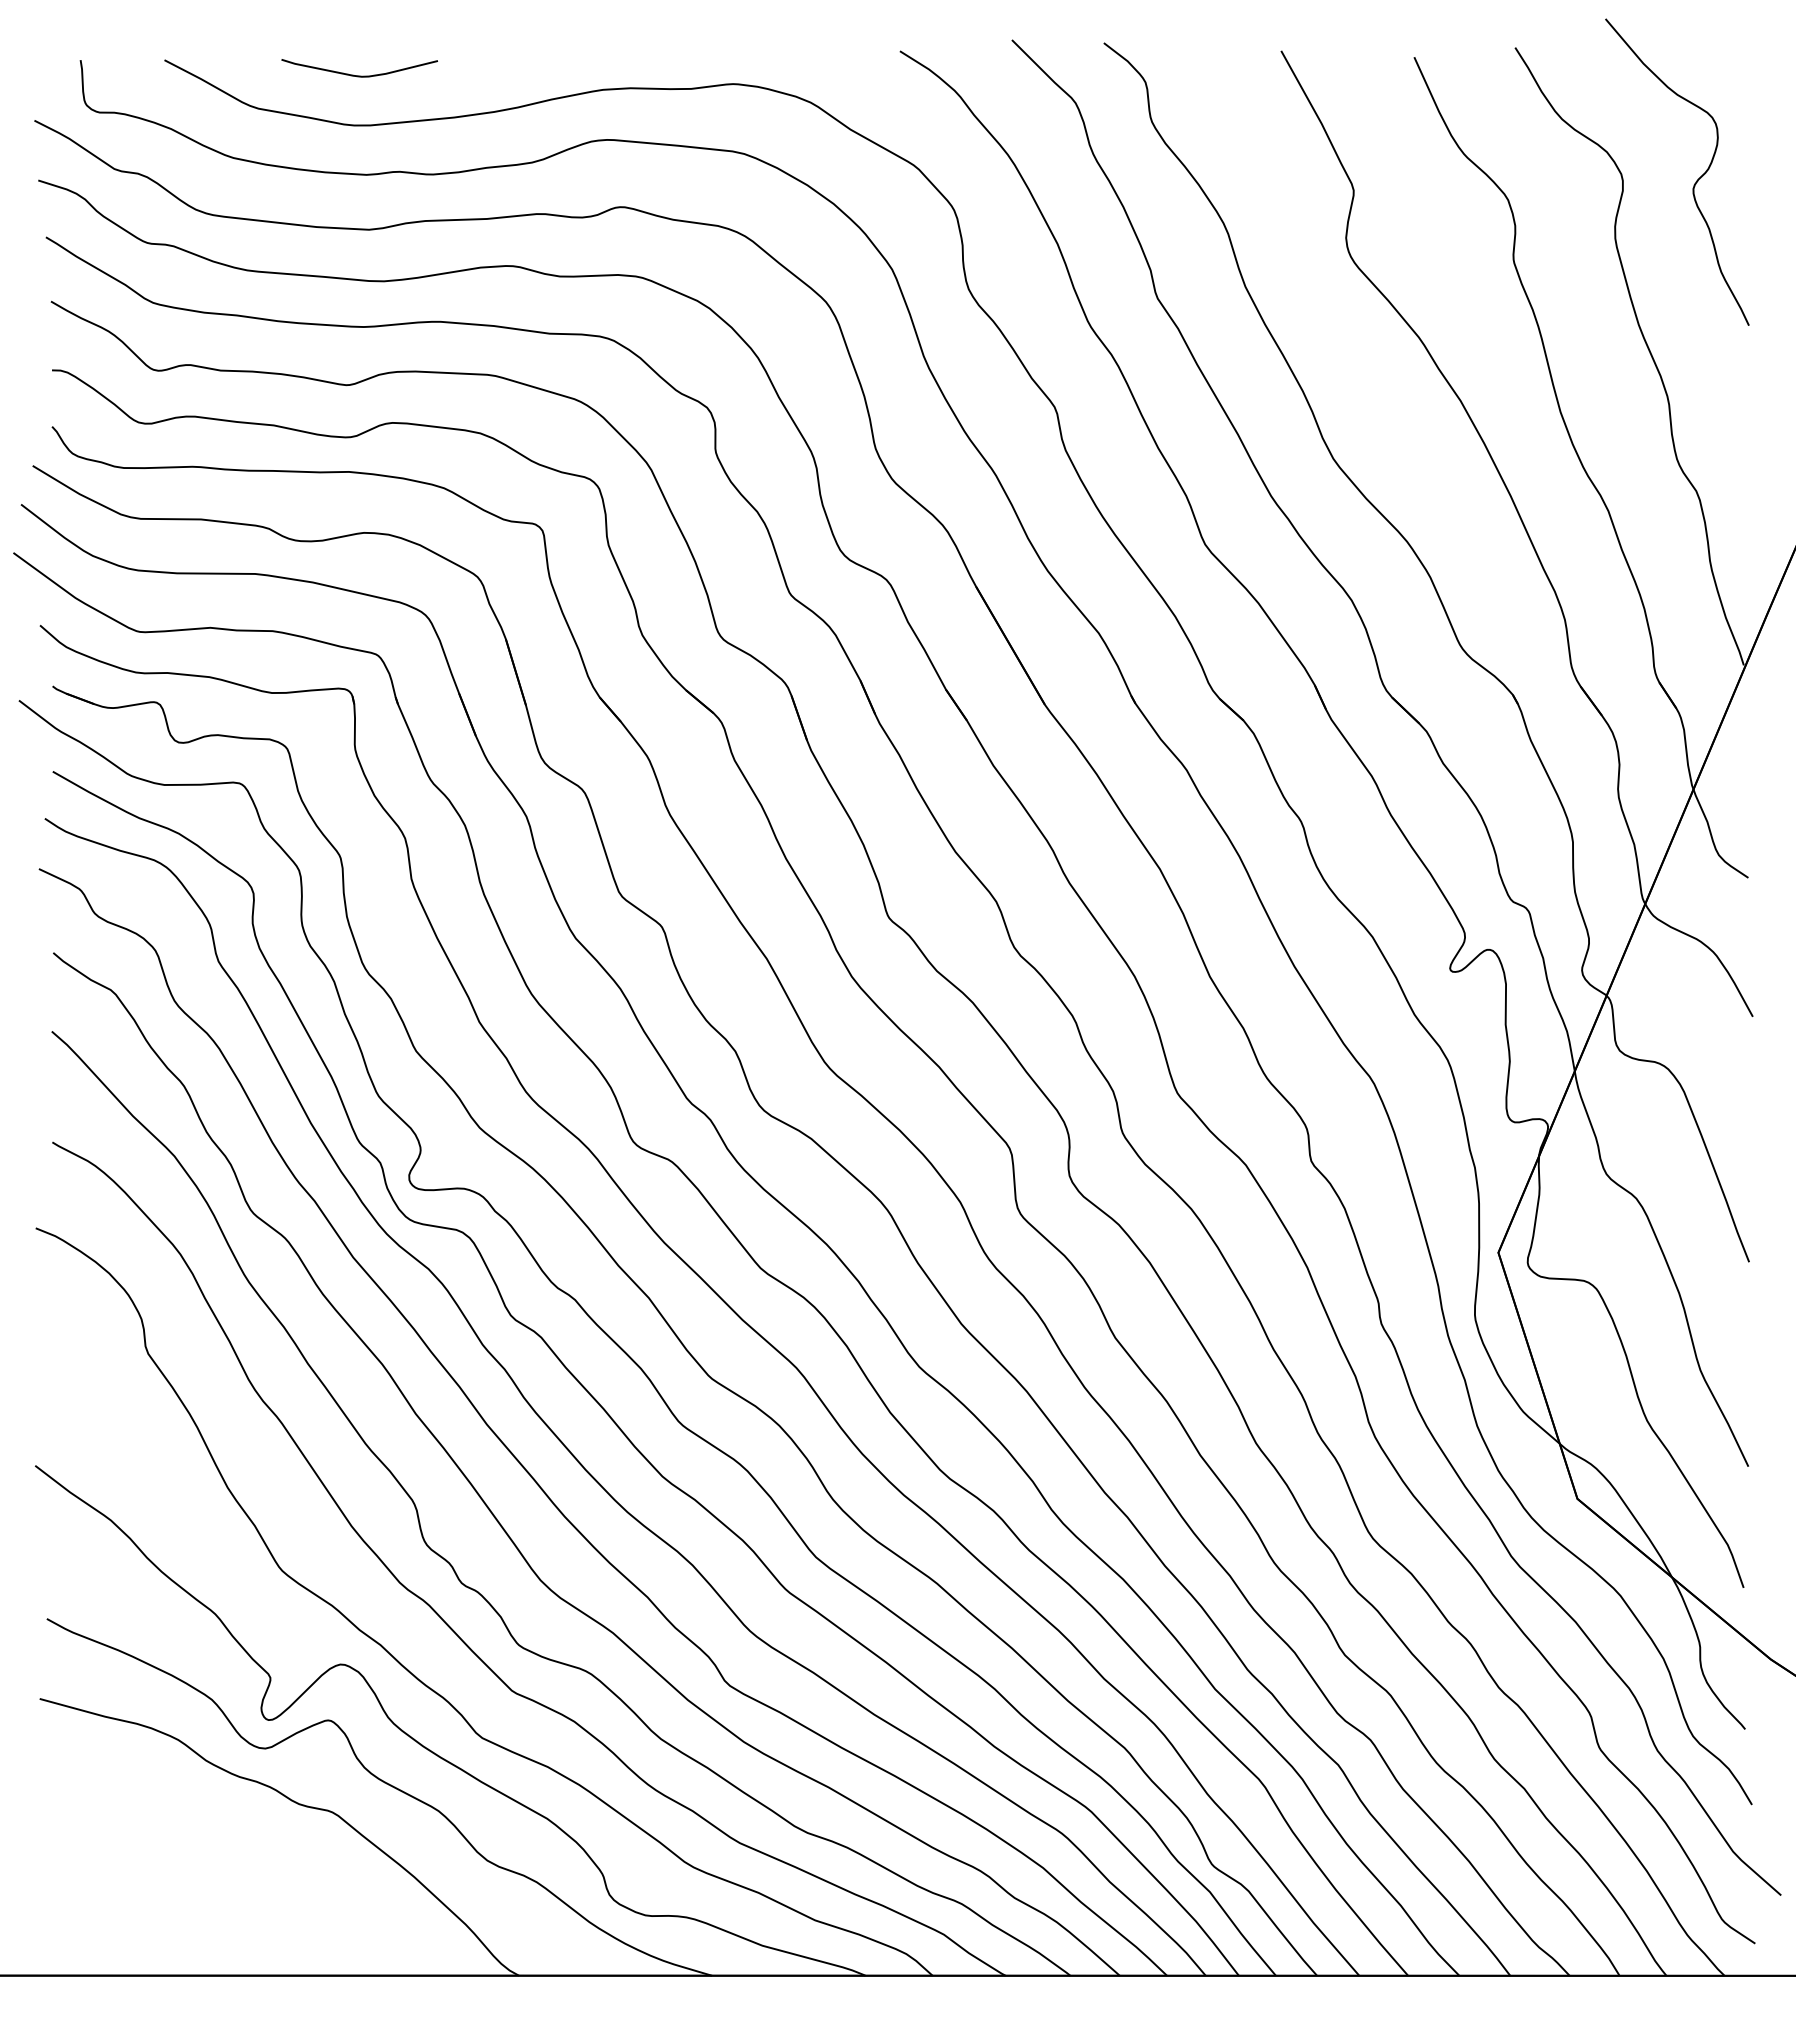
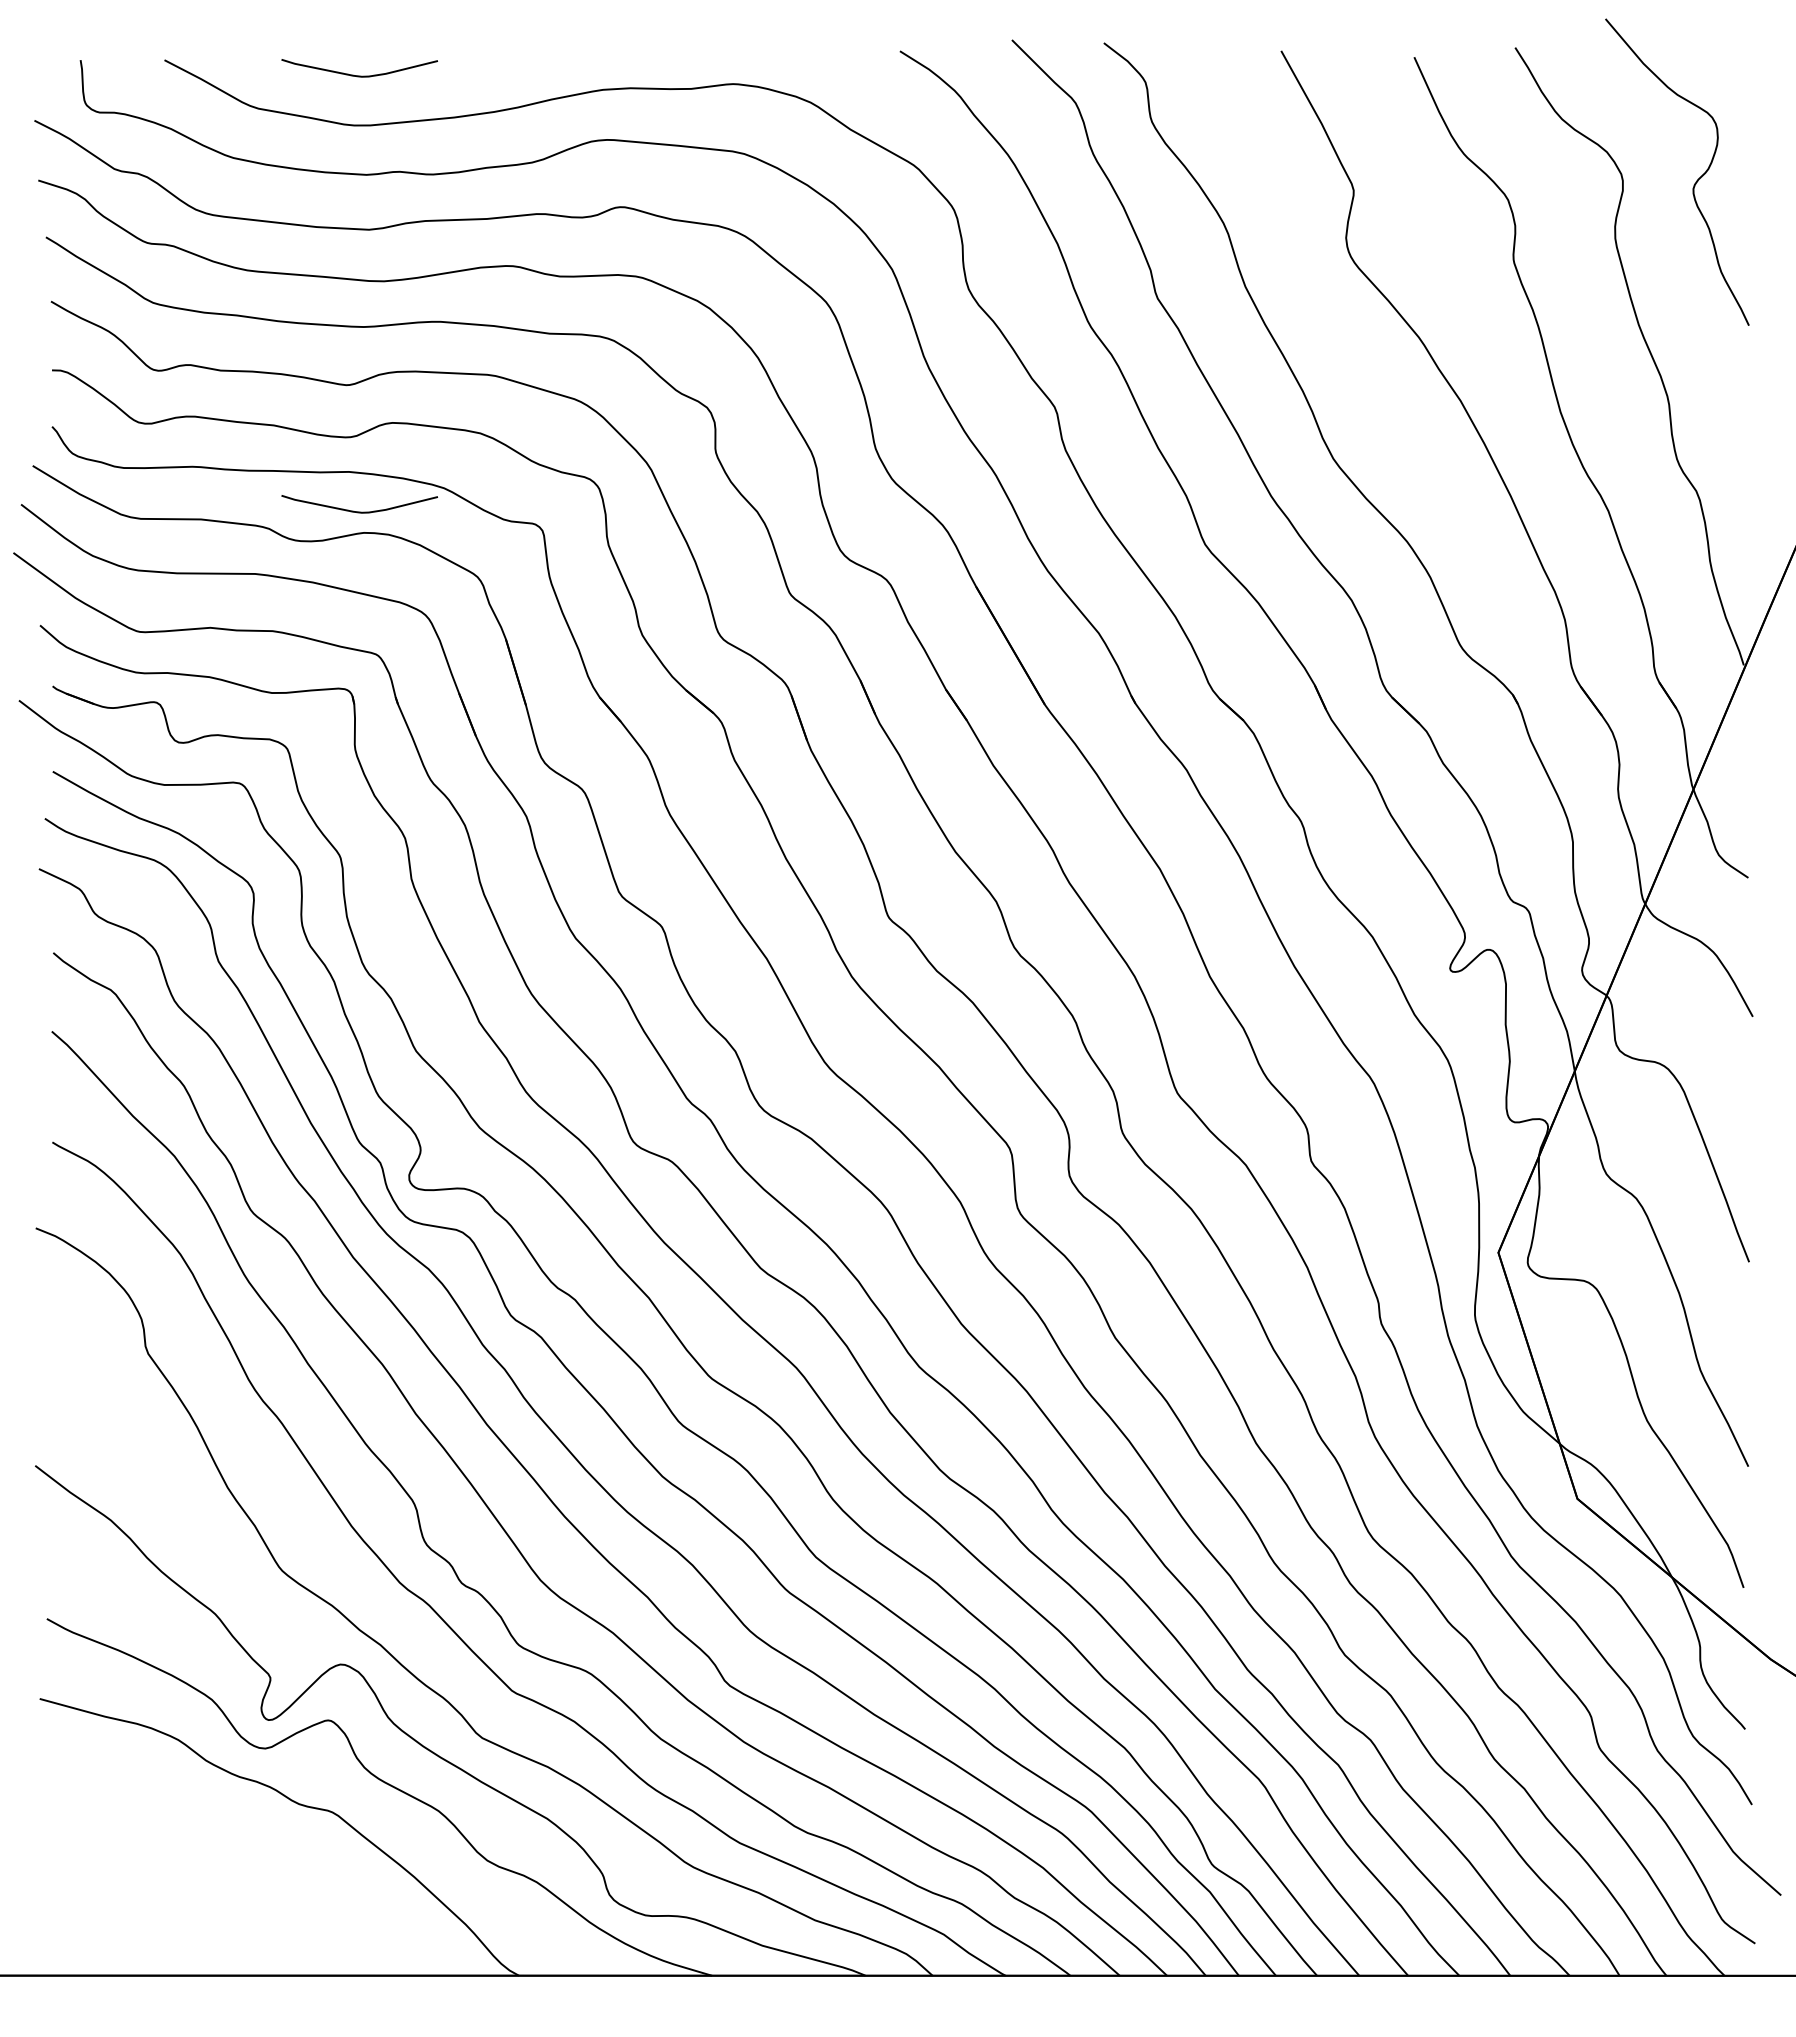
curve at (359, 511): none -> present
